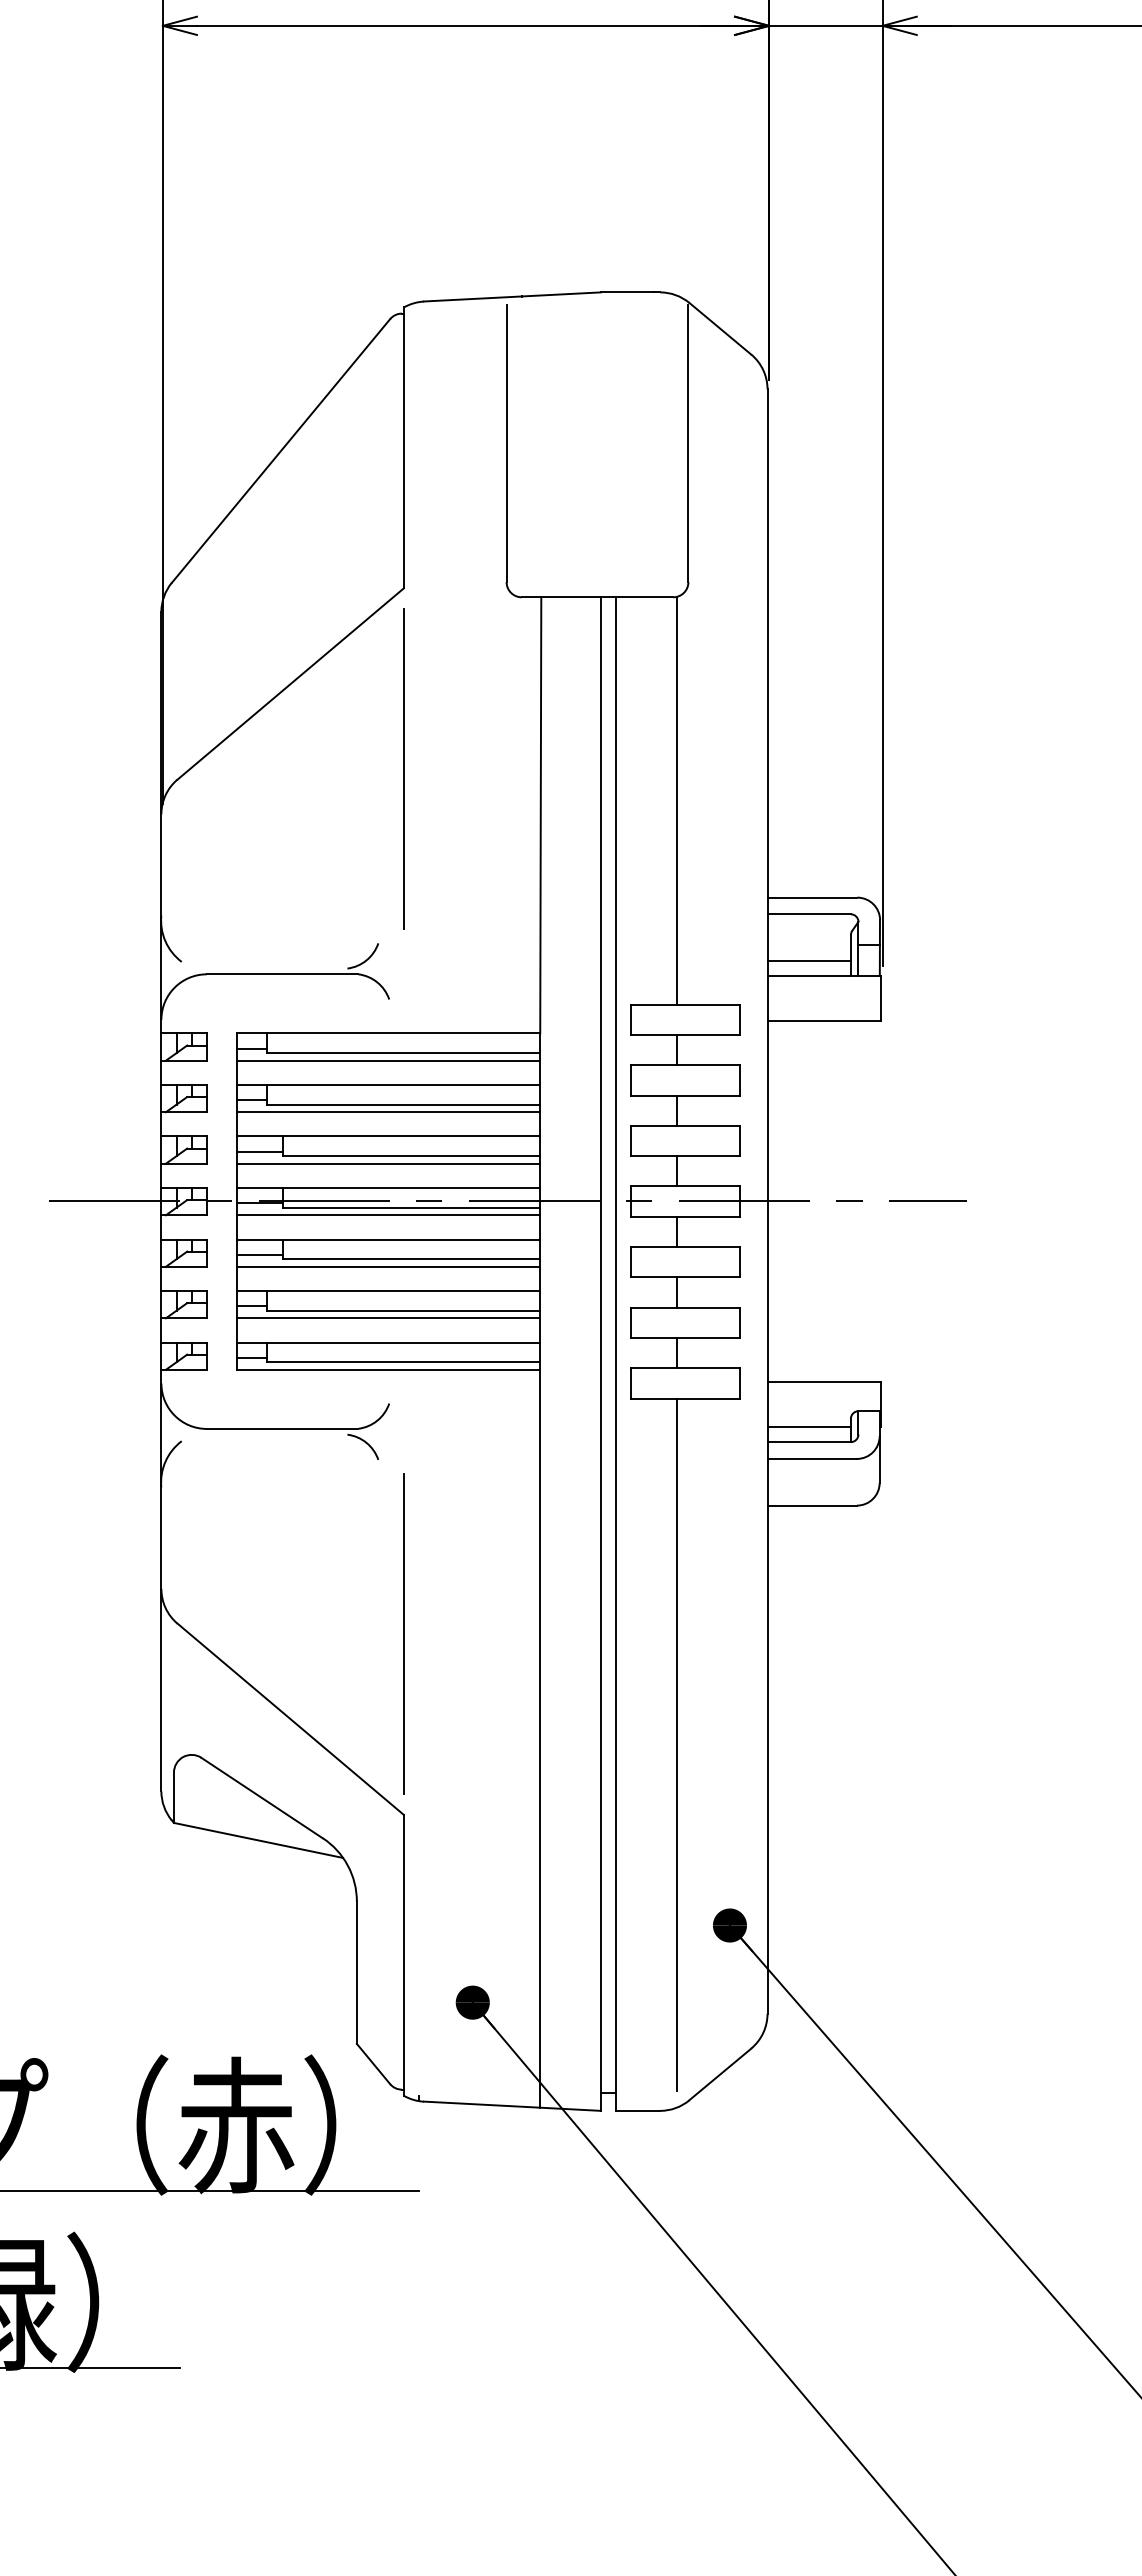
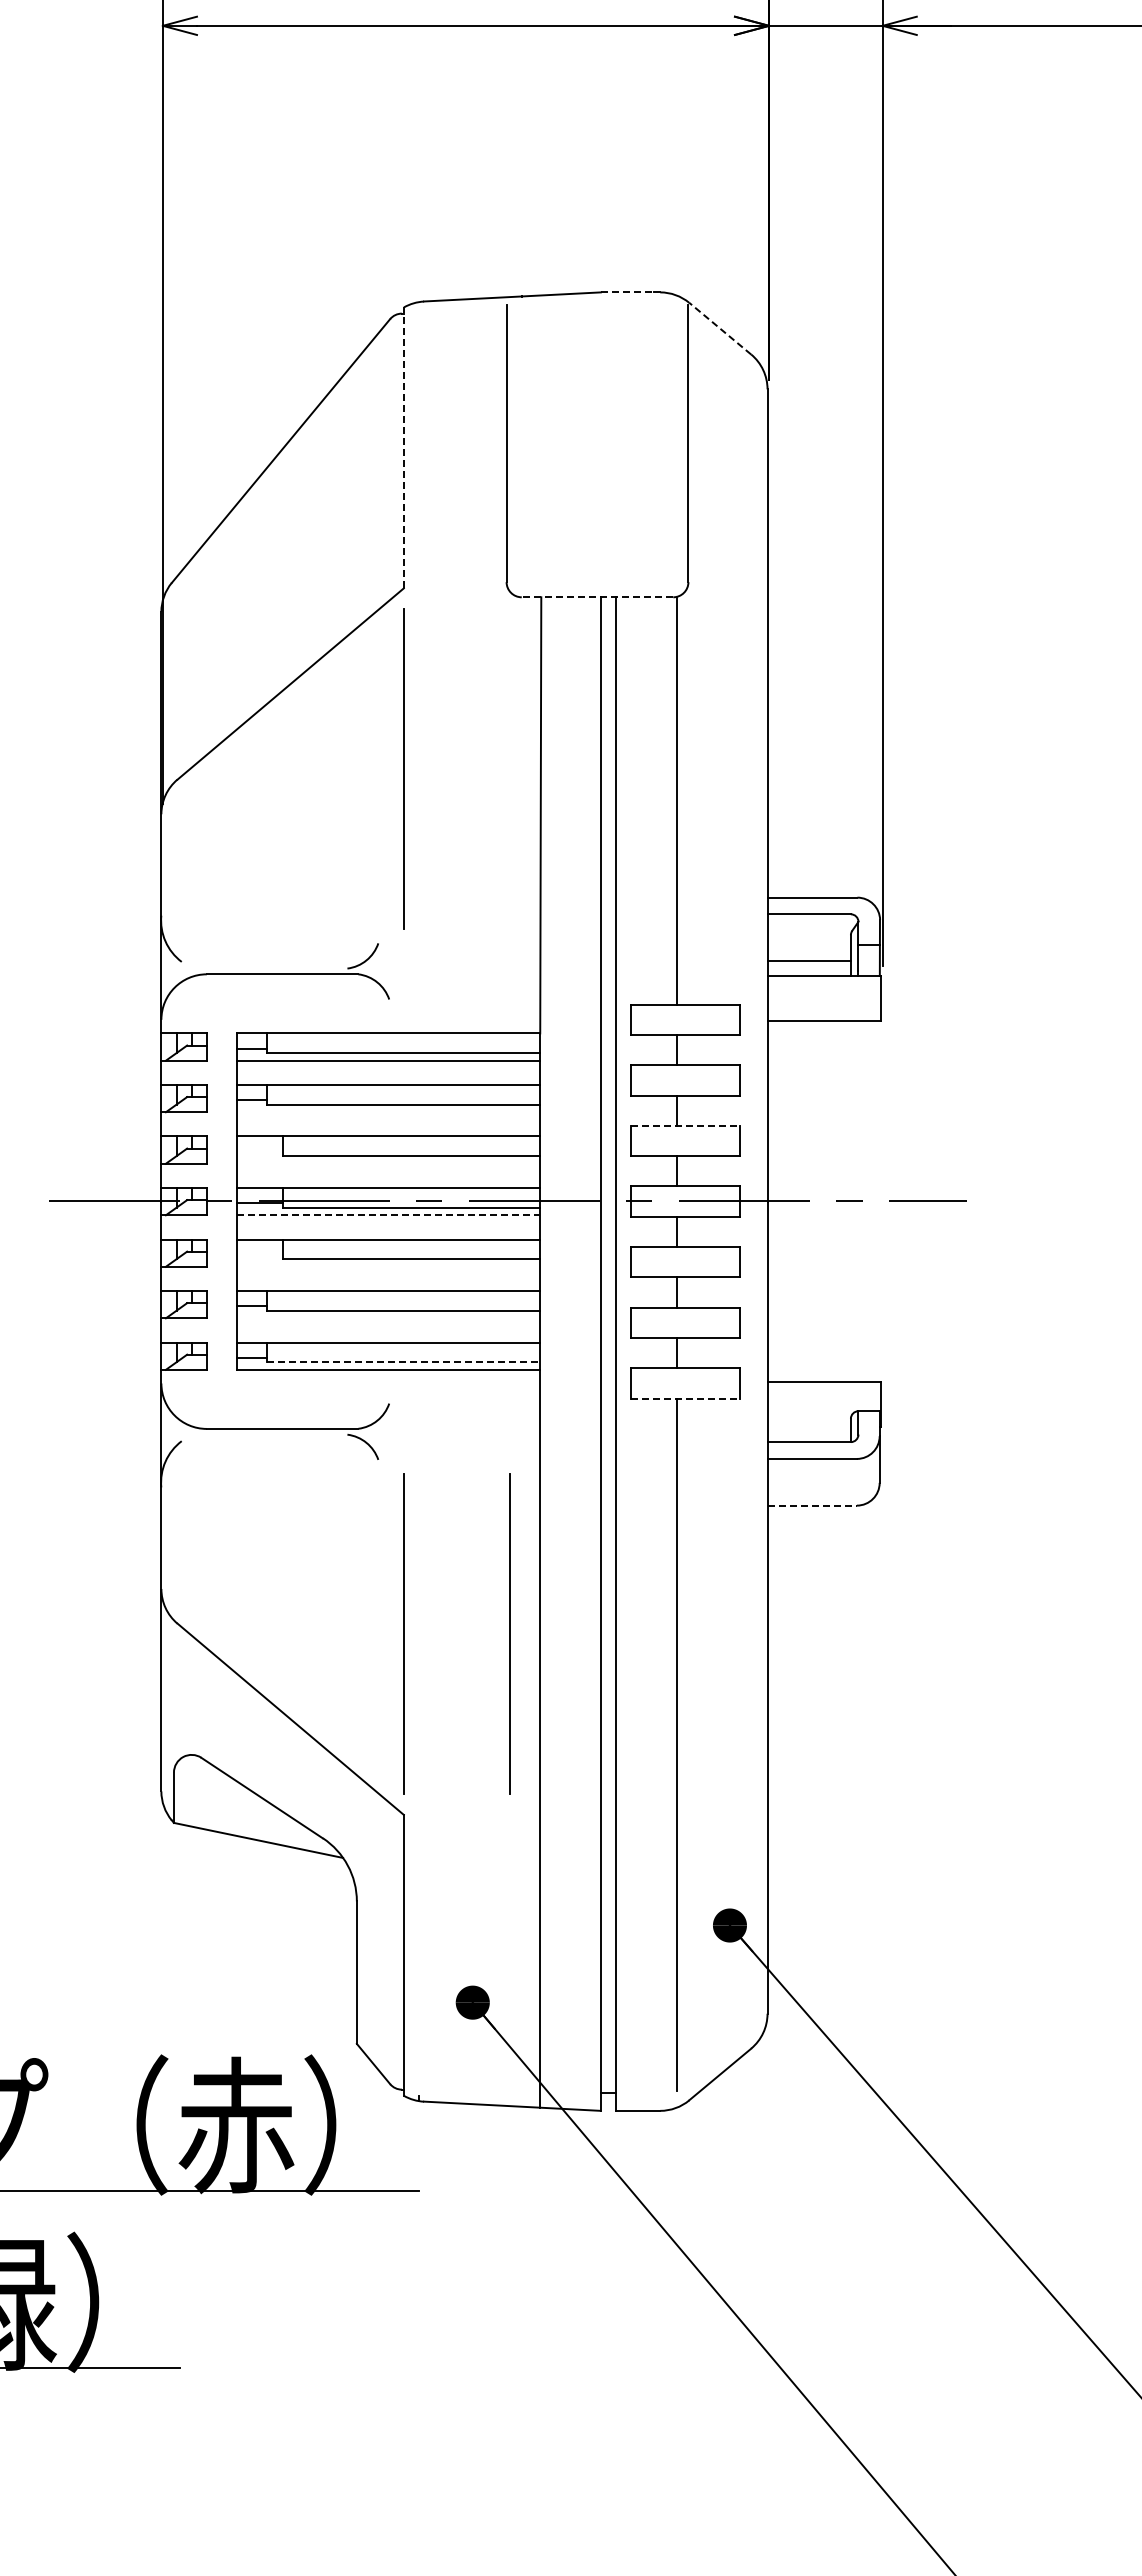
line at (627, 292): solid -> dashed
line at (719, 328): solid -> dashed
line at (403, 447): solid -> dashed
line at (597, 597): solid -> dashed
line at (388, 1112): present -> none
line at (685, 1125): solid -> dashed
line at (259, 1151): present -> none
line at (388, 1163): present -> none
line at (388, 1215): solid -> dashed
line at (259, 1254): present -> none
line at (388, 1266): present -> none
line at (388, 1318): present -> none
line at (404, 1362): solid -> dashed
line at (685, 1398): solid -> dashed
line at (808, 1427): present -> none
line at (812, 1505): solid -> dashed
line at (509, 1633): none -> present
